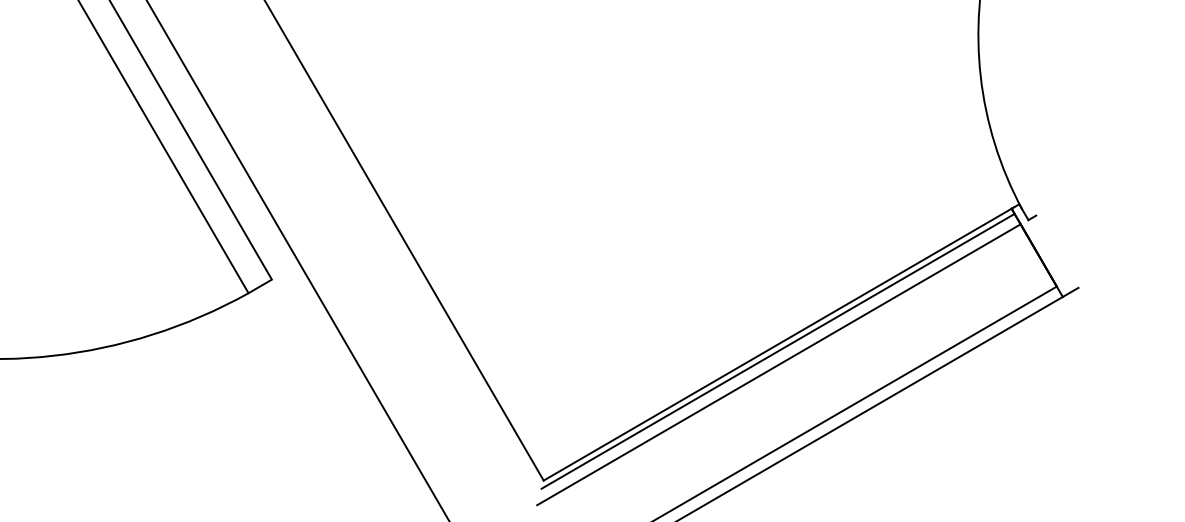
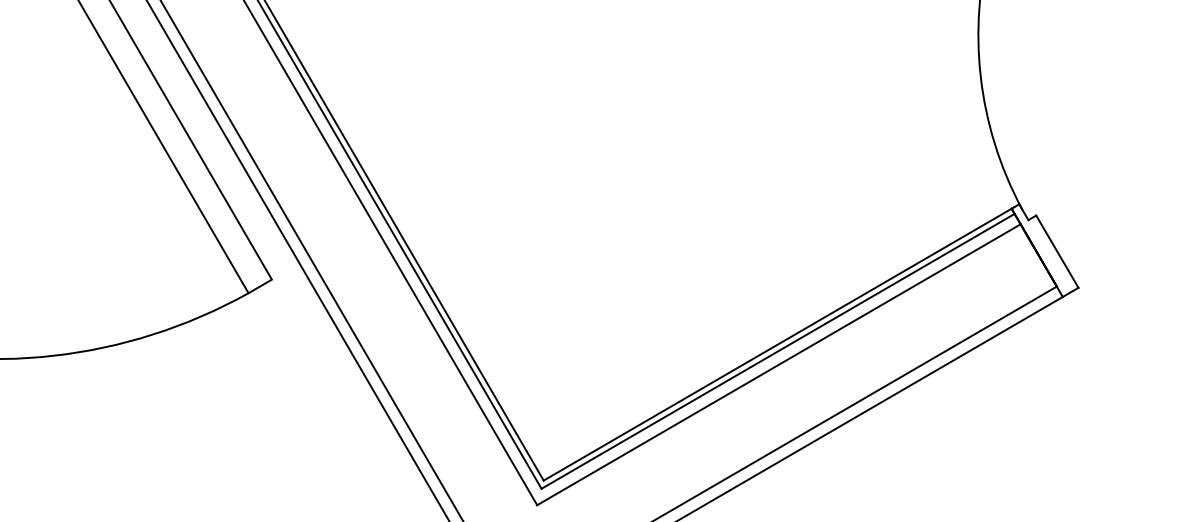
line at (400, 245): none -> present
line at (1057, 251): none -> present
line at (391, 253): none -> present
line at (311, 260): none -> present
